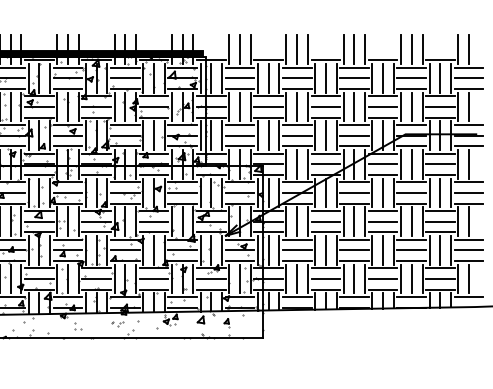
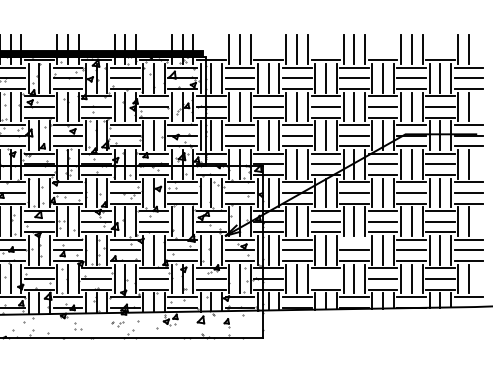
line at (354, 239): present -> none
line at (325, 278): present -> none
